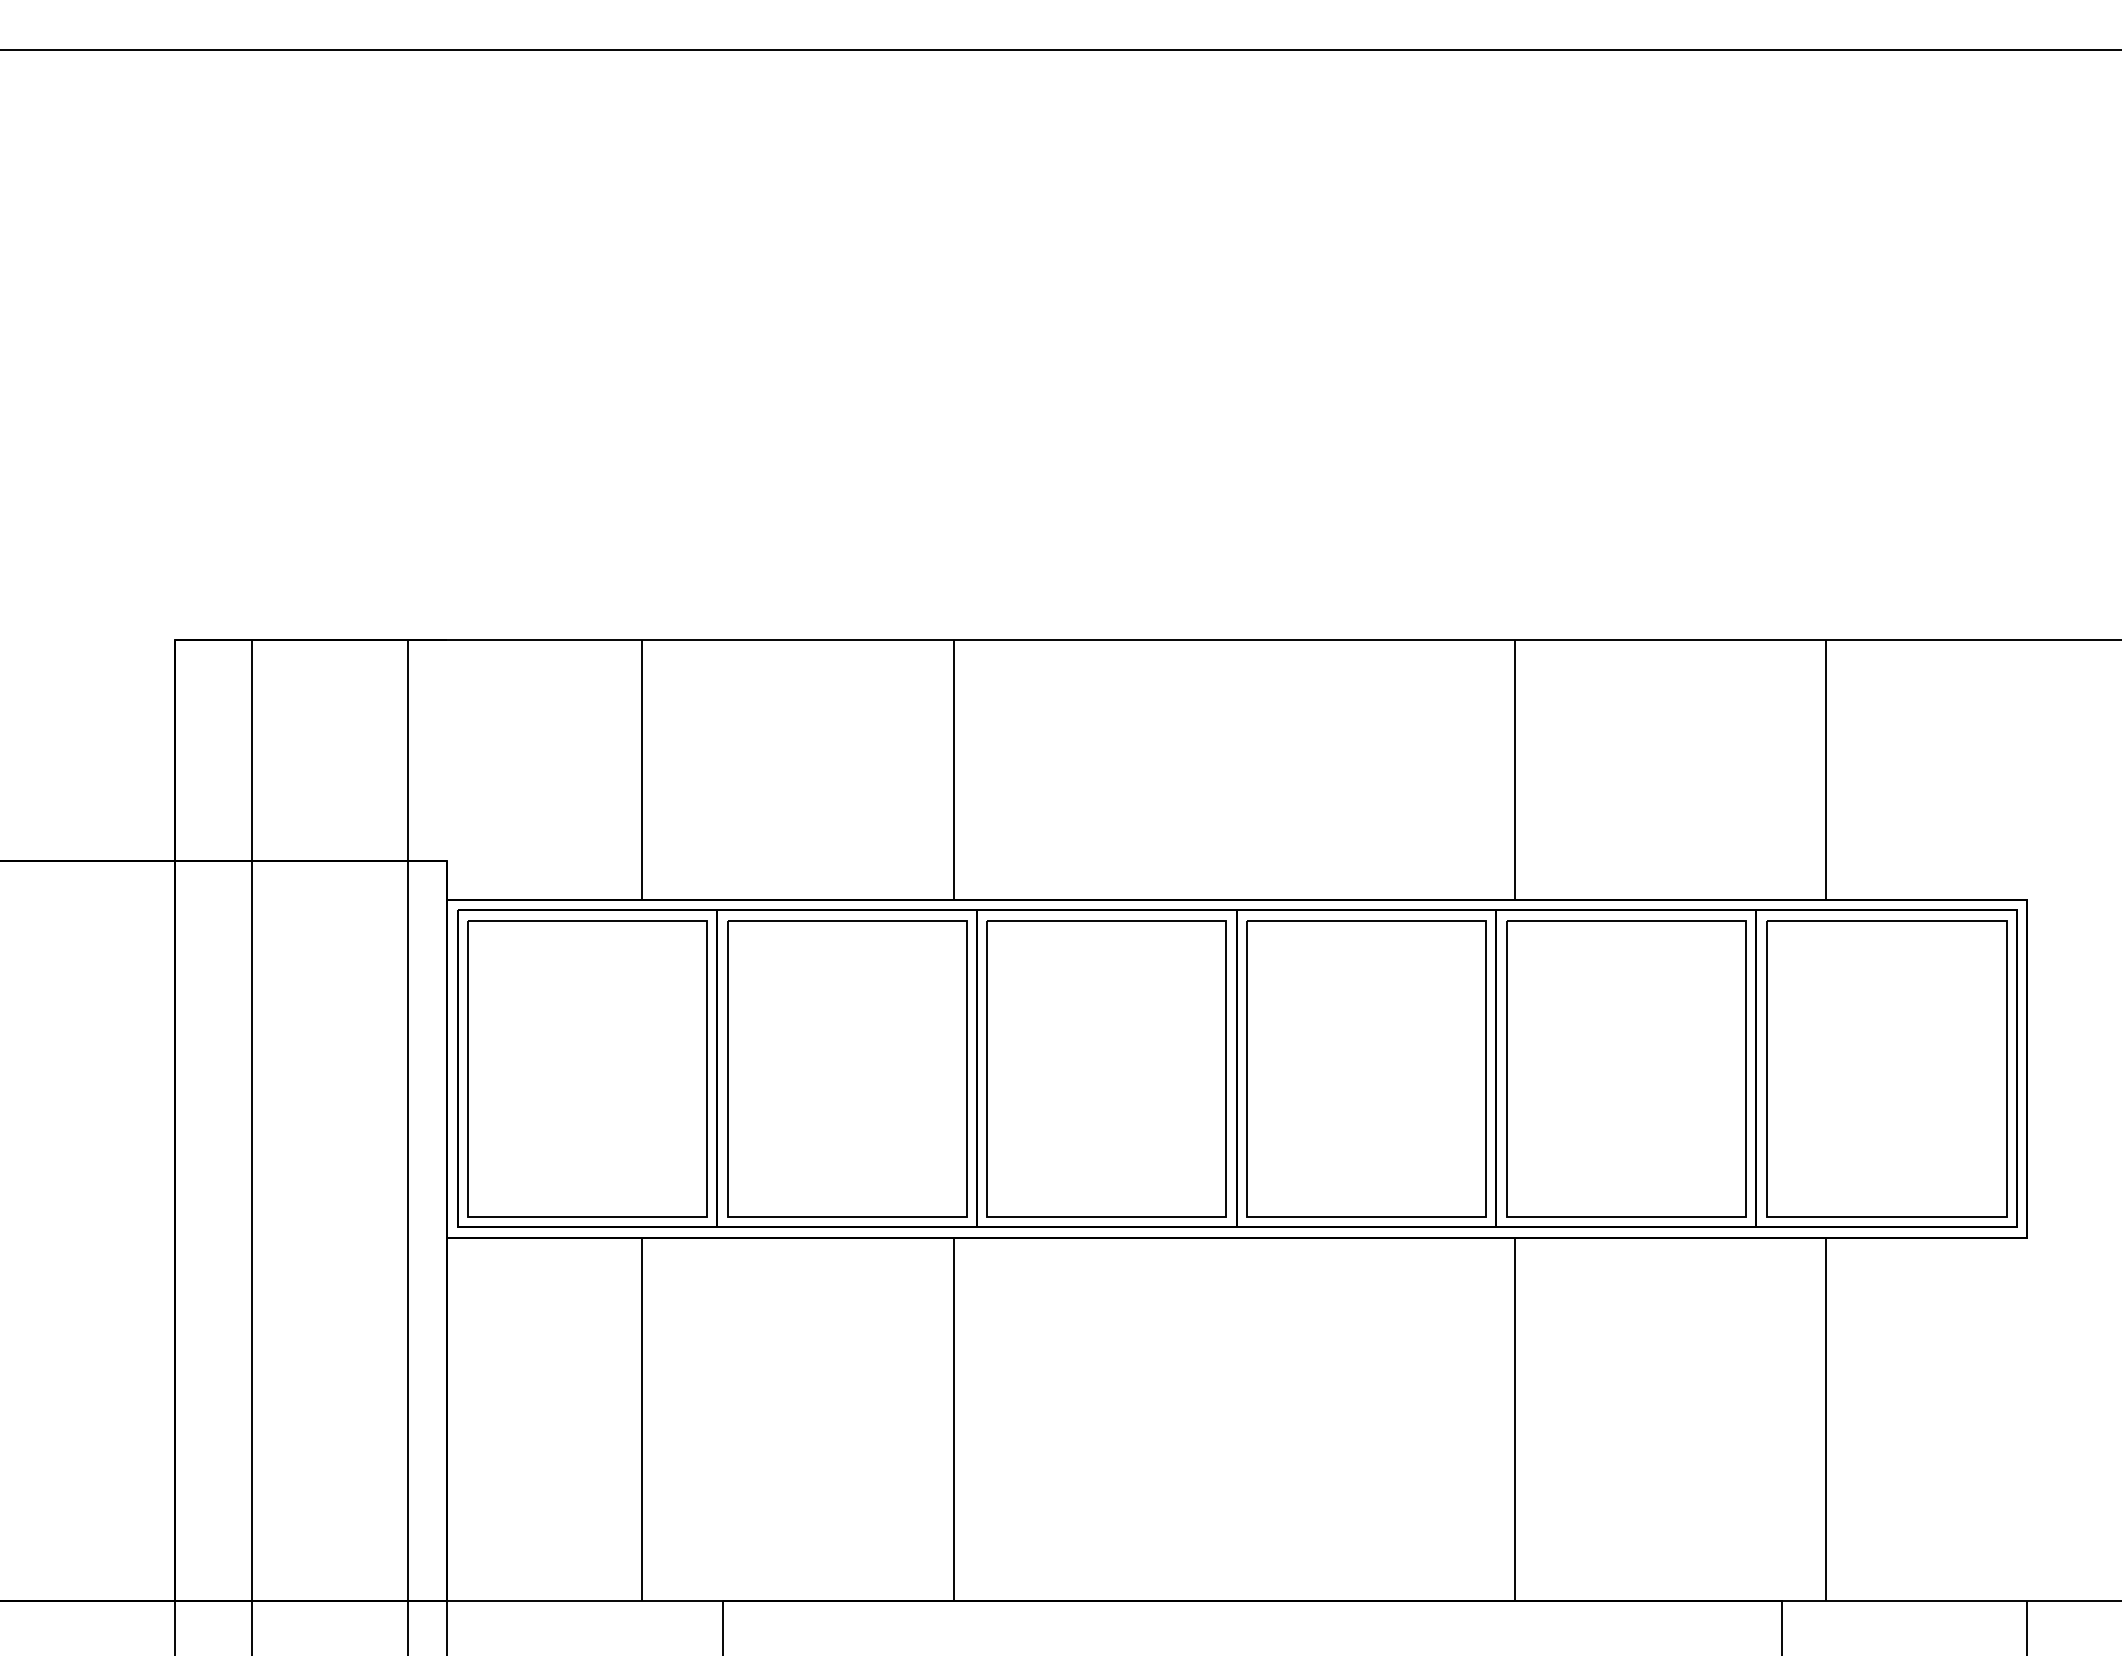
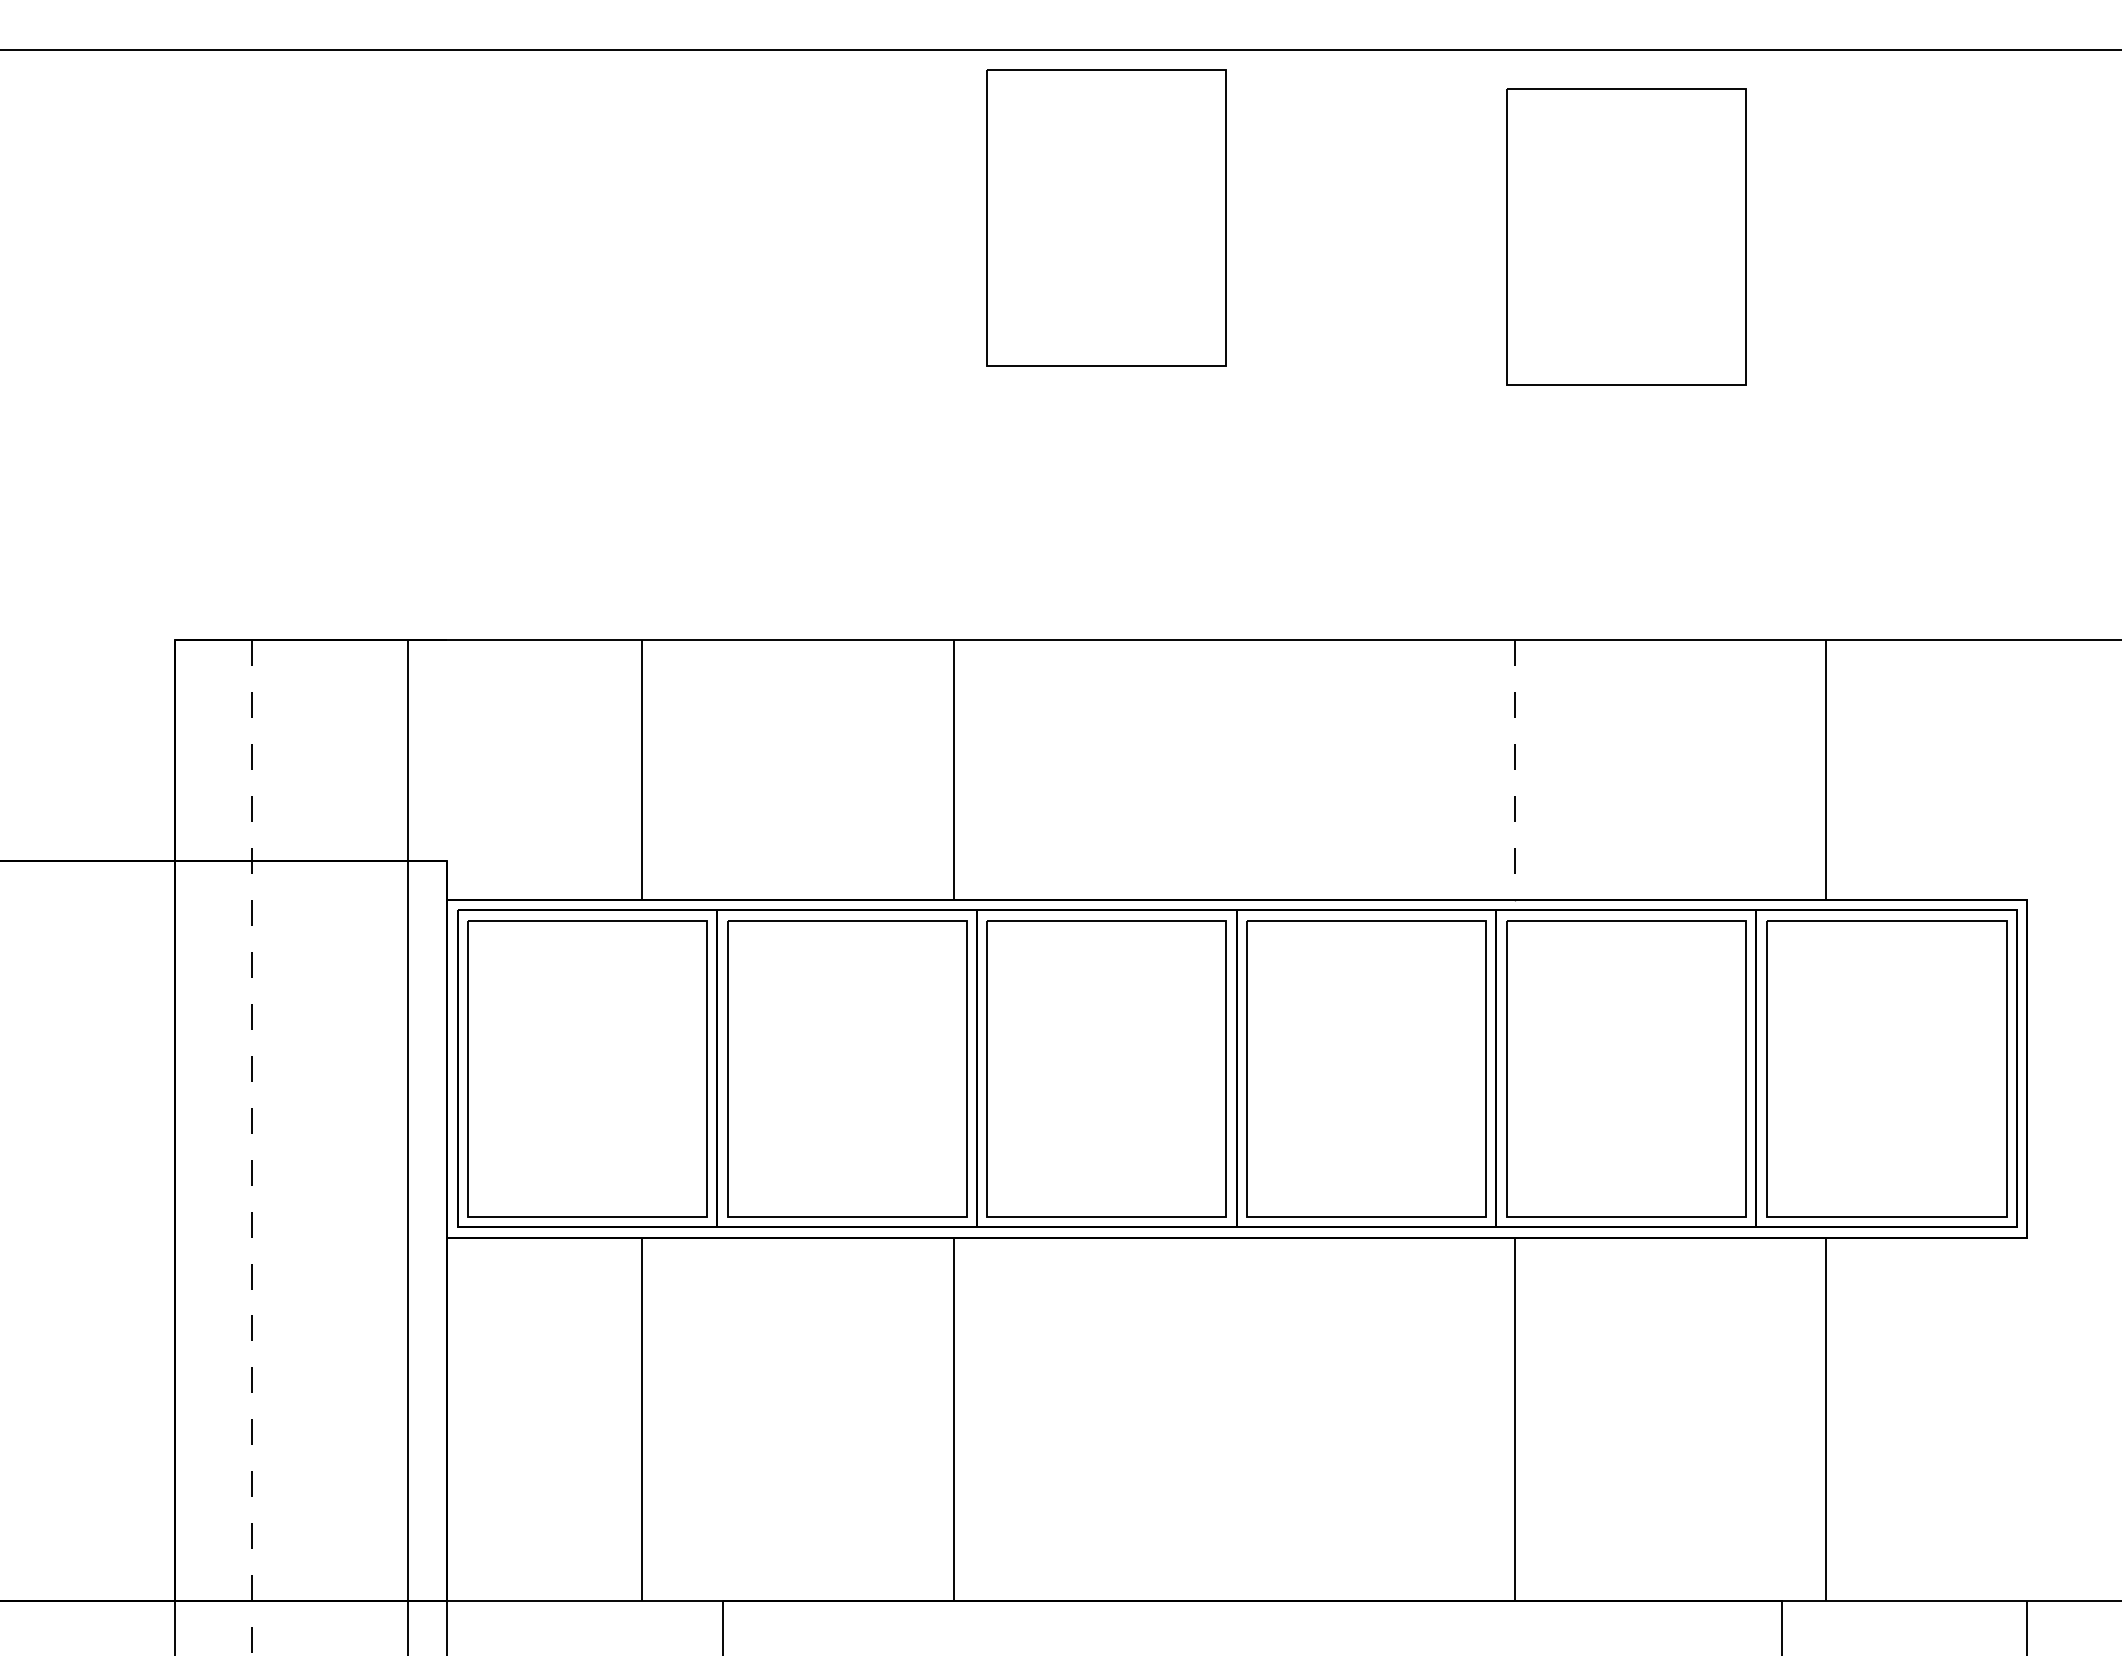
part at (1106, 217): none -> present
part at (1626, 236): none -> present
line at (1514, 770): solid -> dashed
line at (252, 1147): solid -> dashed
